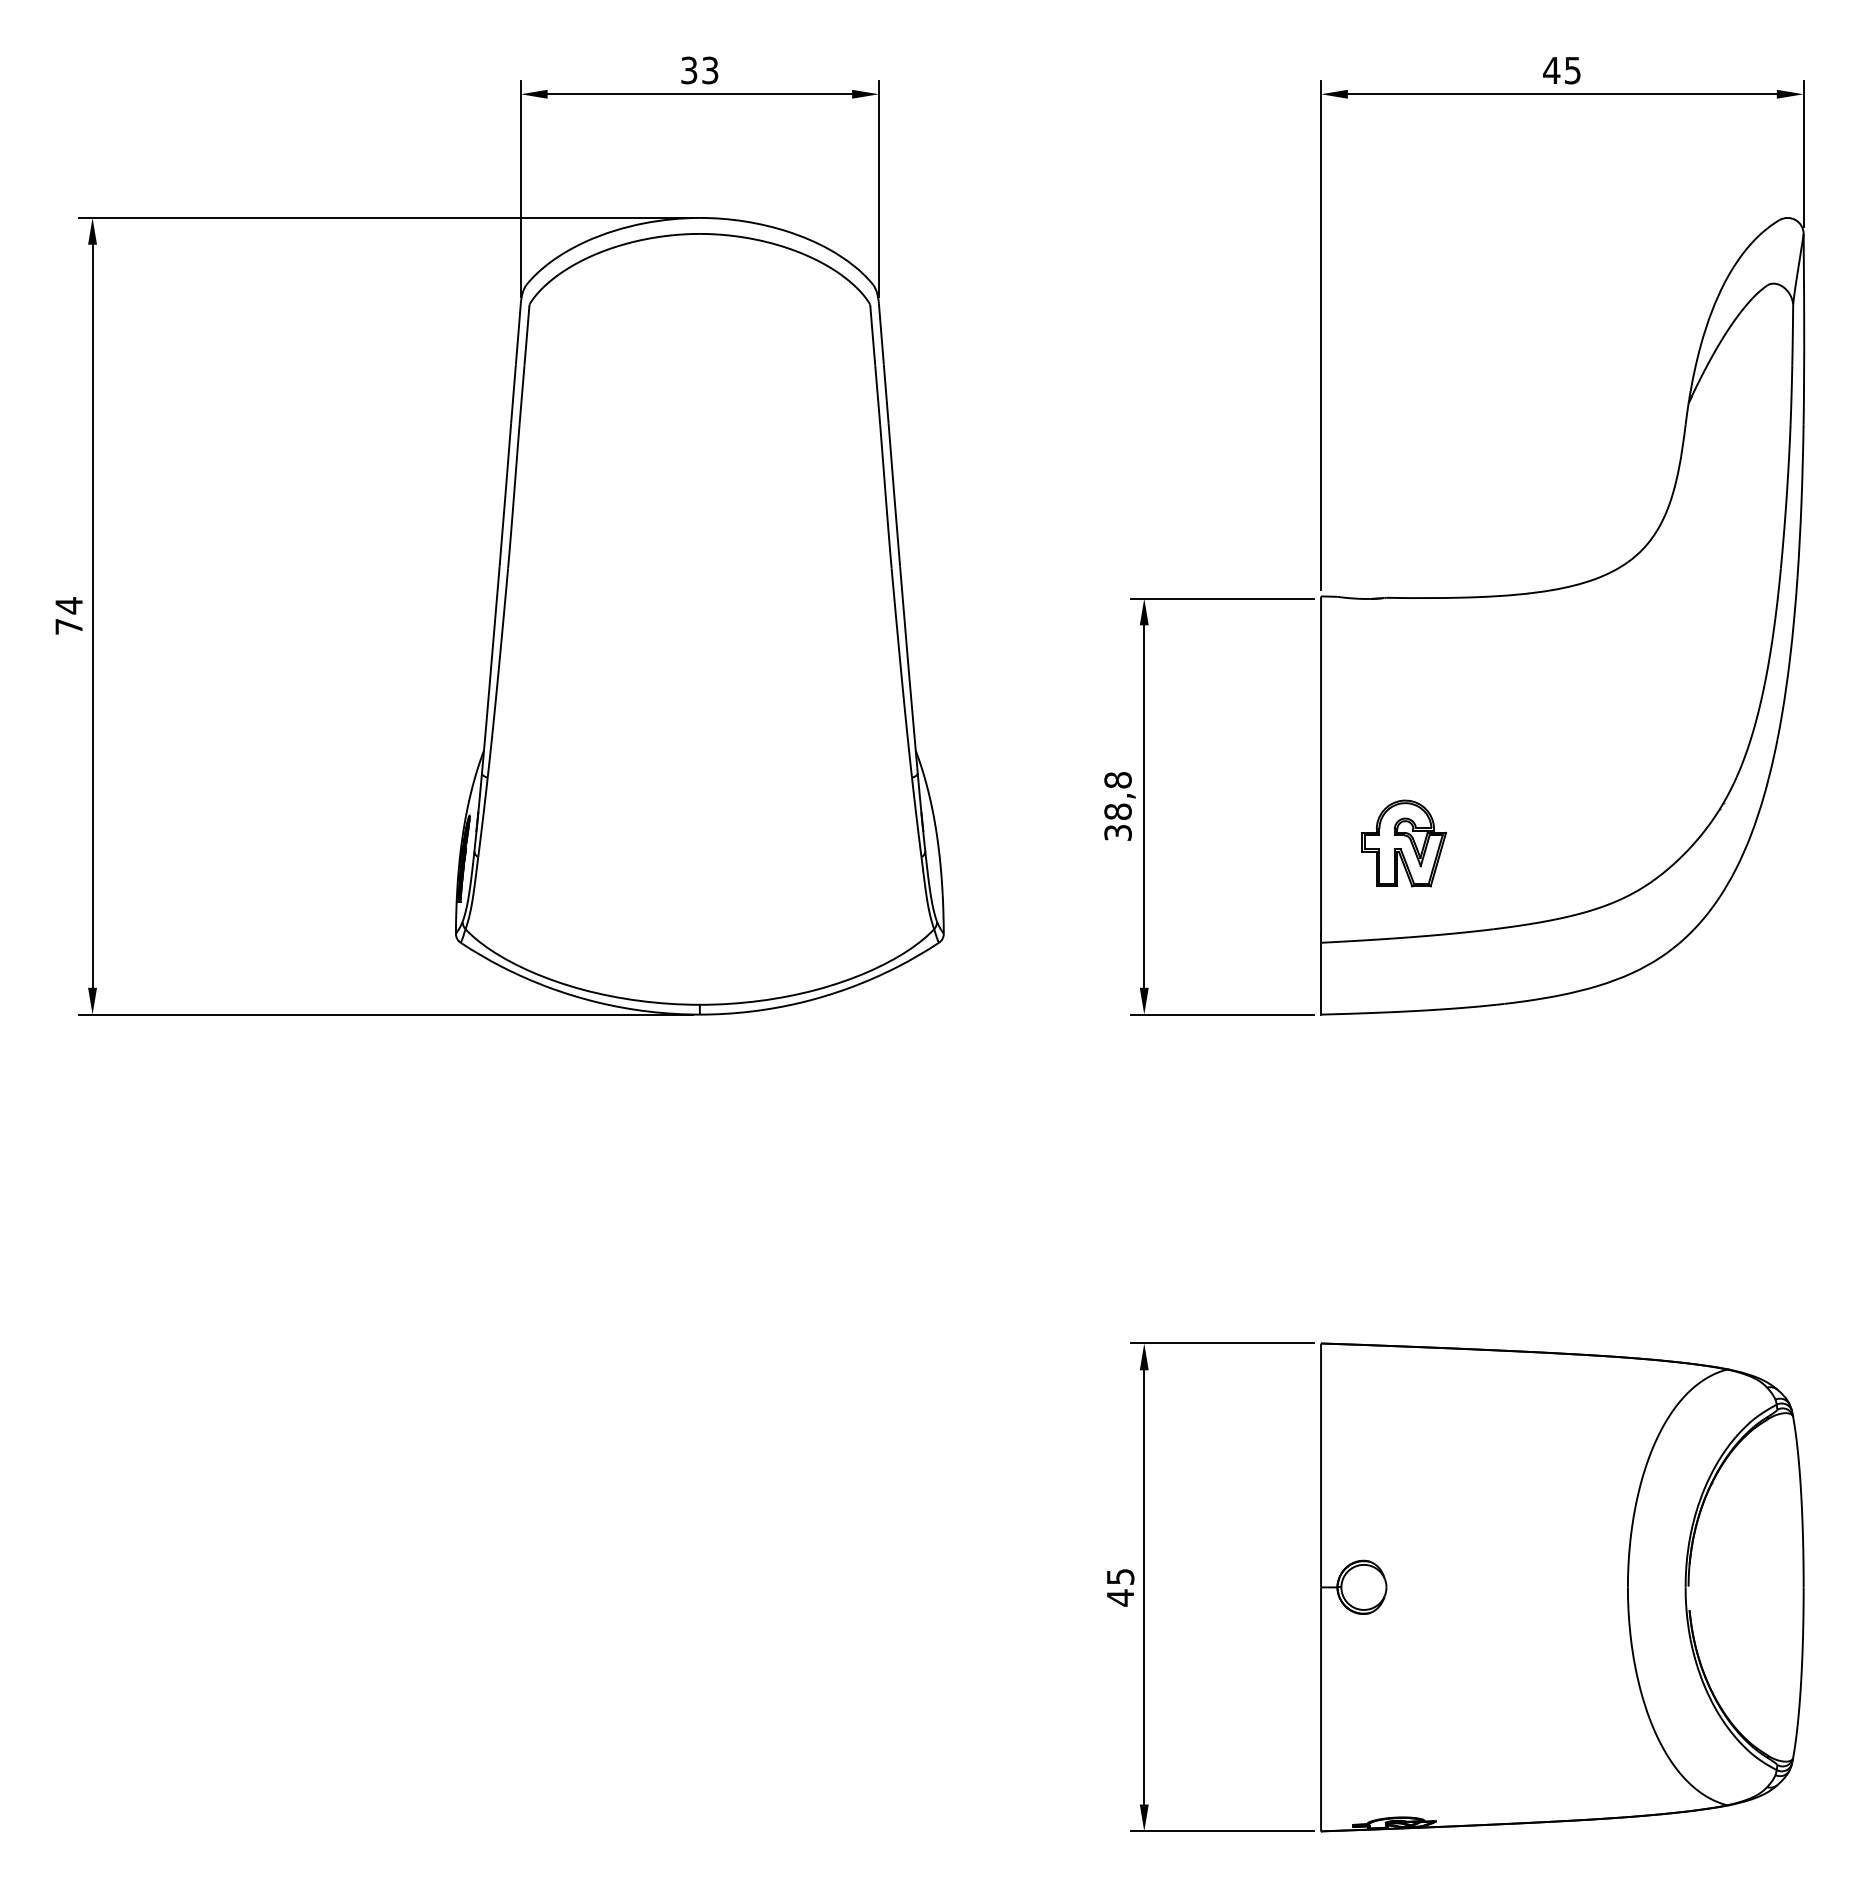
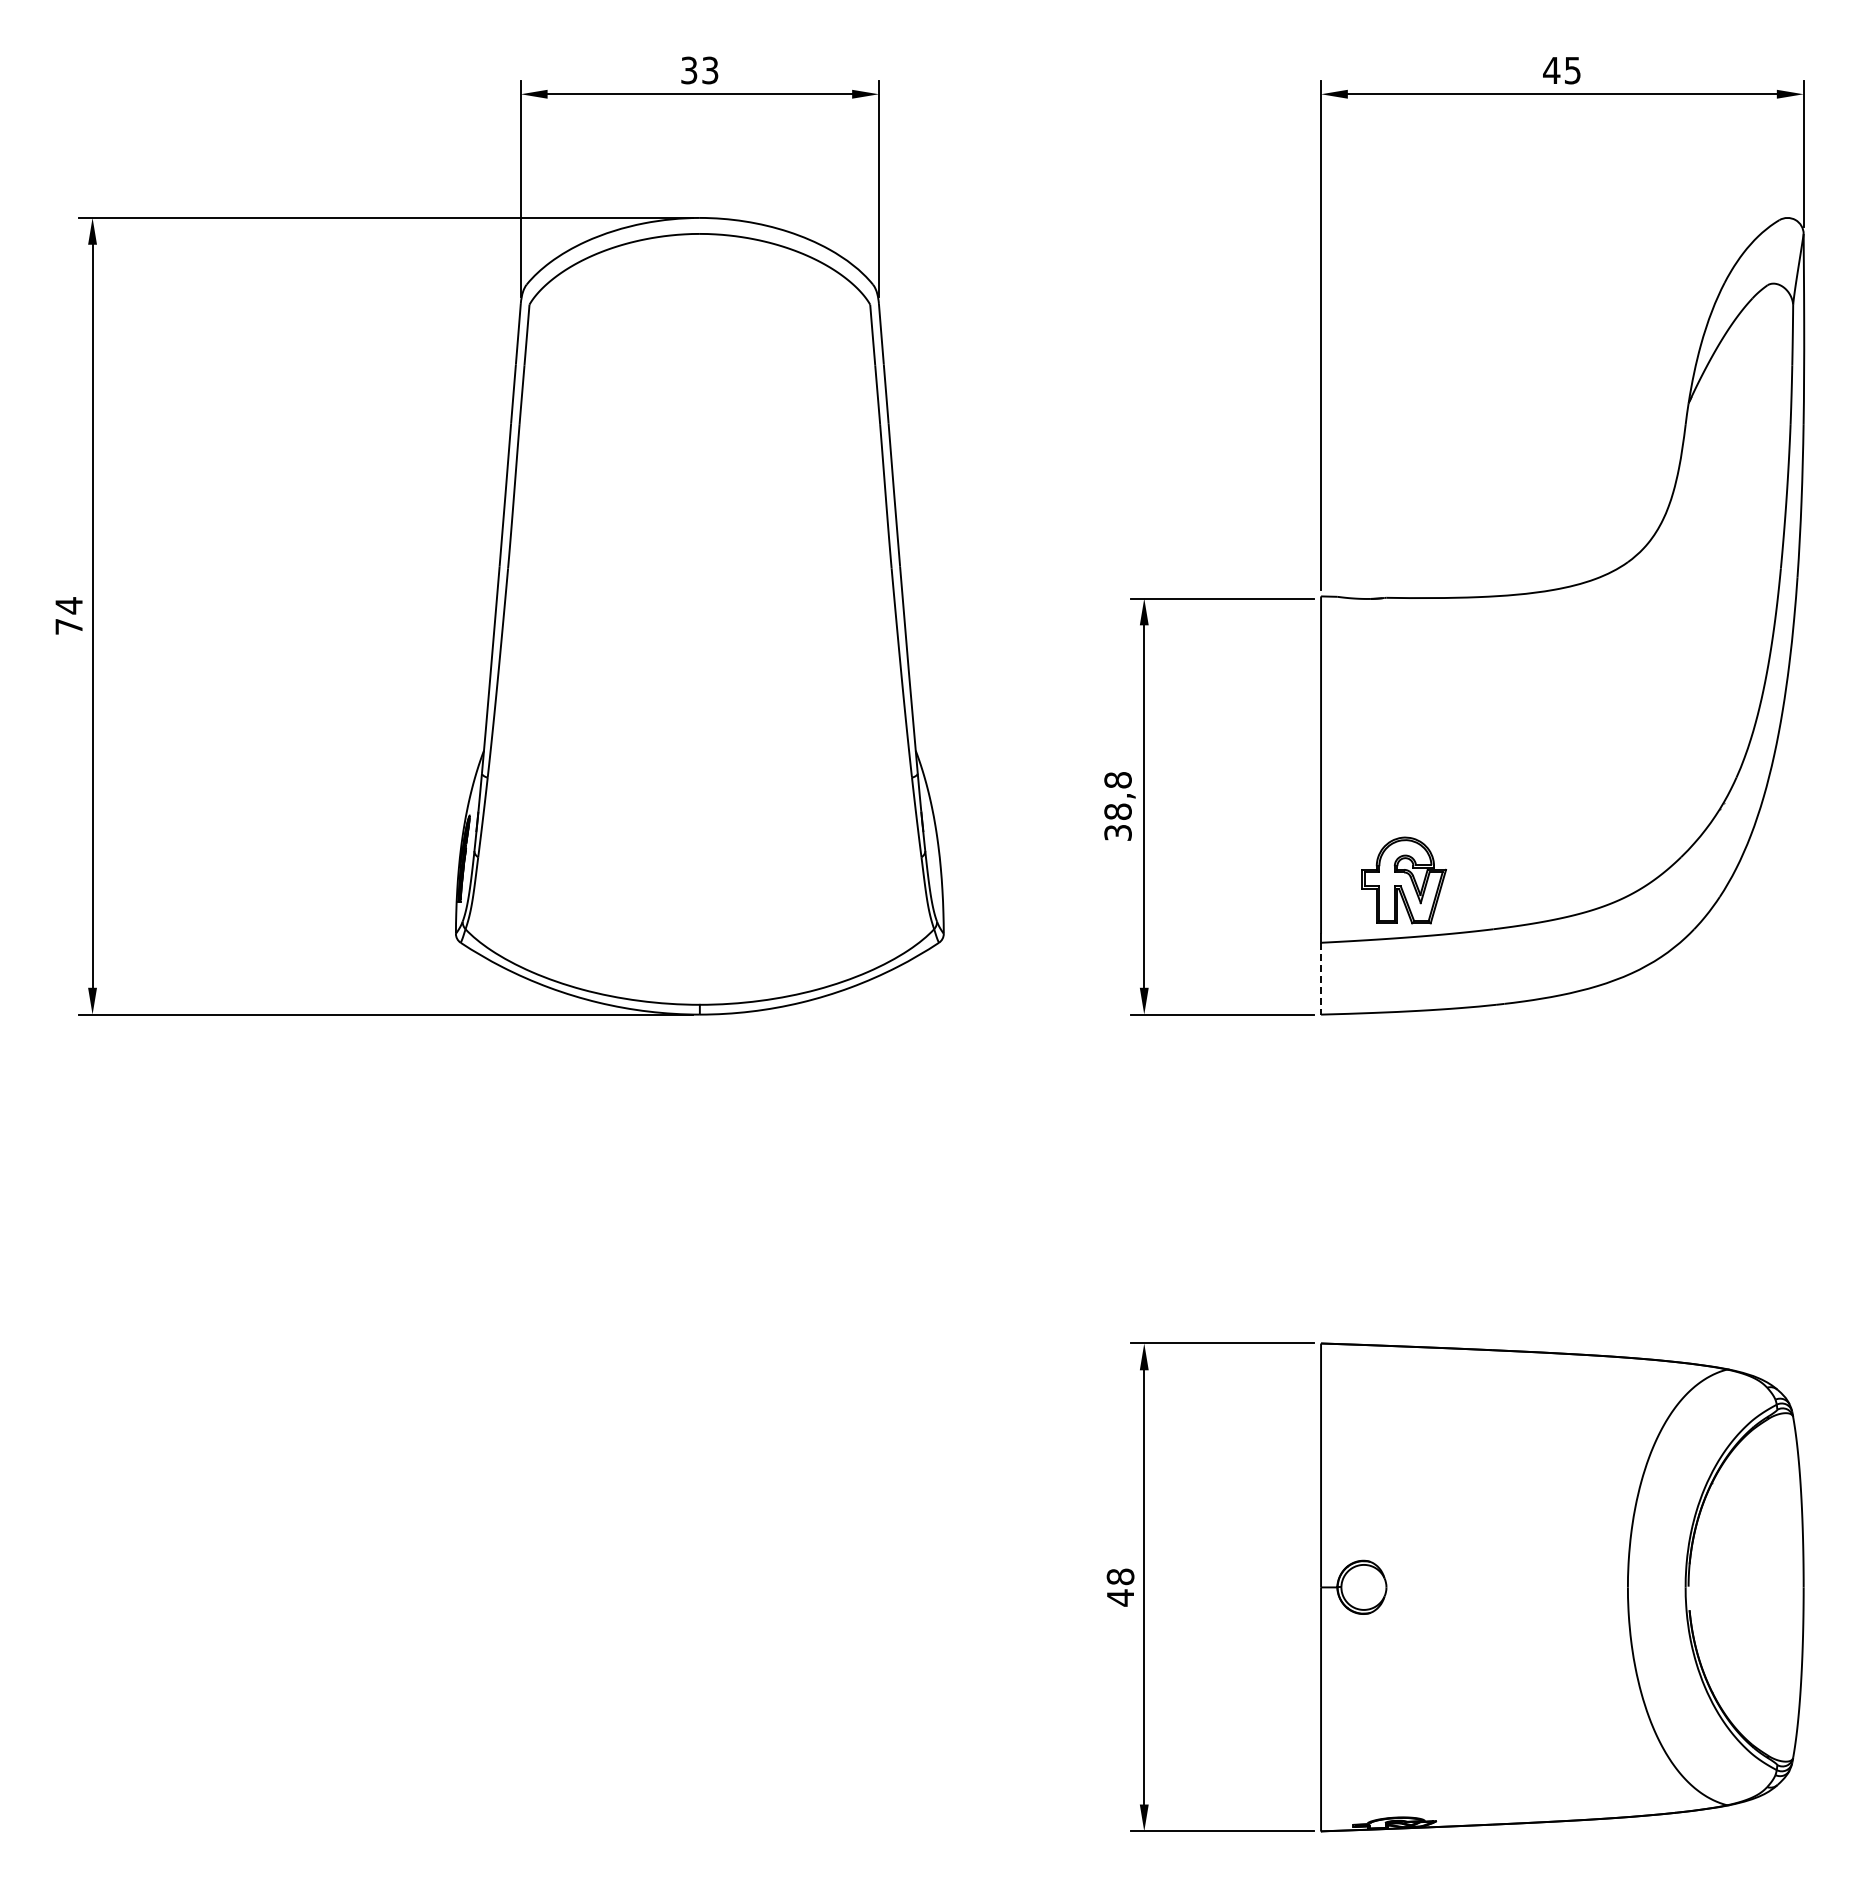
part at (1403, 843) position: (1403, 843) -> (1403, 880)
line at (1321, 978): solid -> dashed
text at (1120, 1576): 45 -> 48
